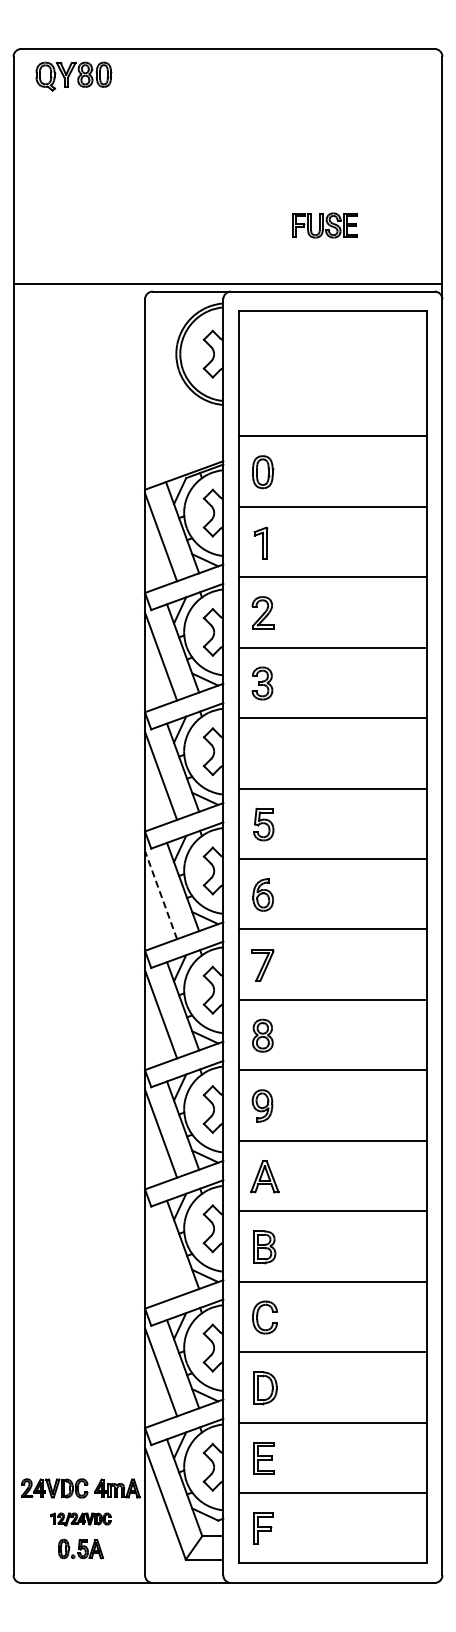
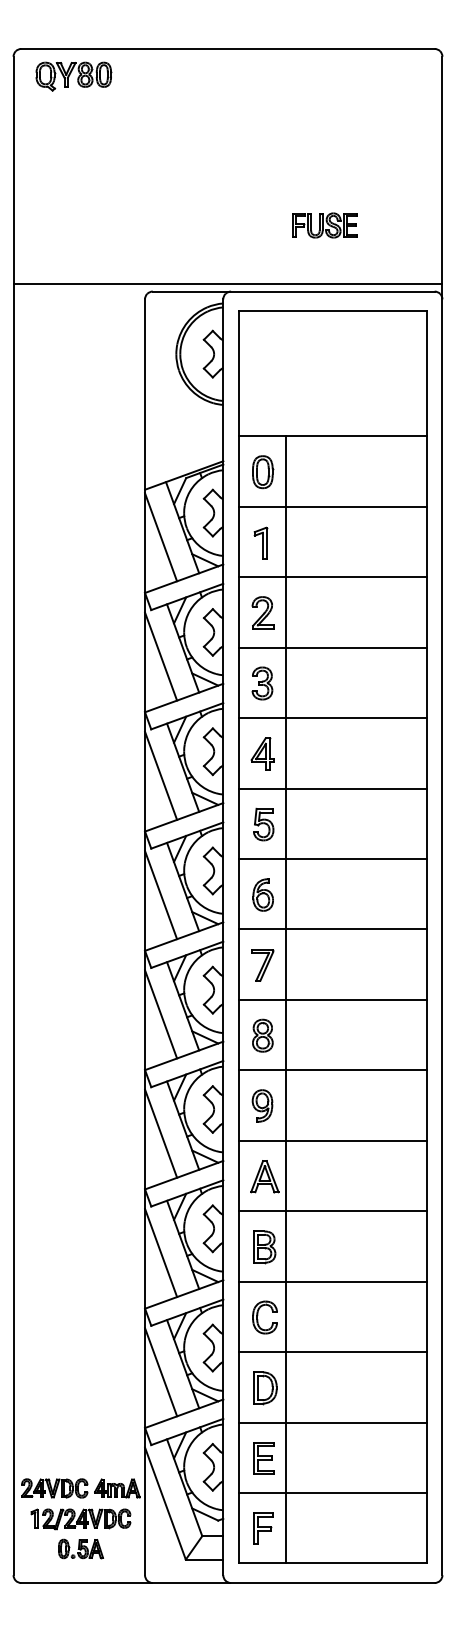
part at (262, 753): none -> present
line at (161, 895): dashed -> solid
line at (285, 999): none -> present
line at (161, 1253): none -> present
part at (80, 1519) size: 62x15 px -> 102x23 px
